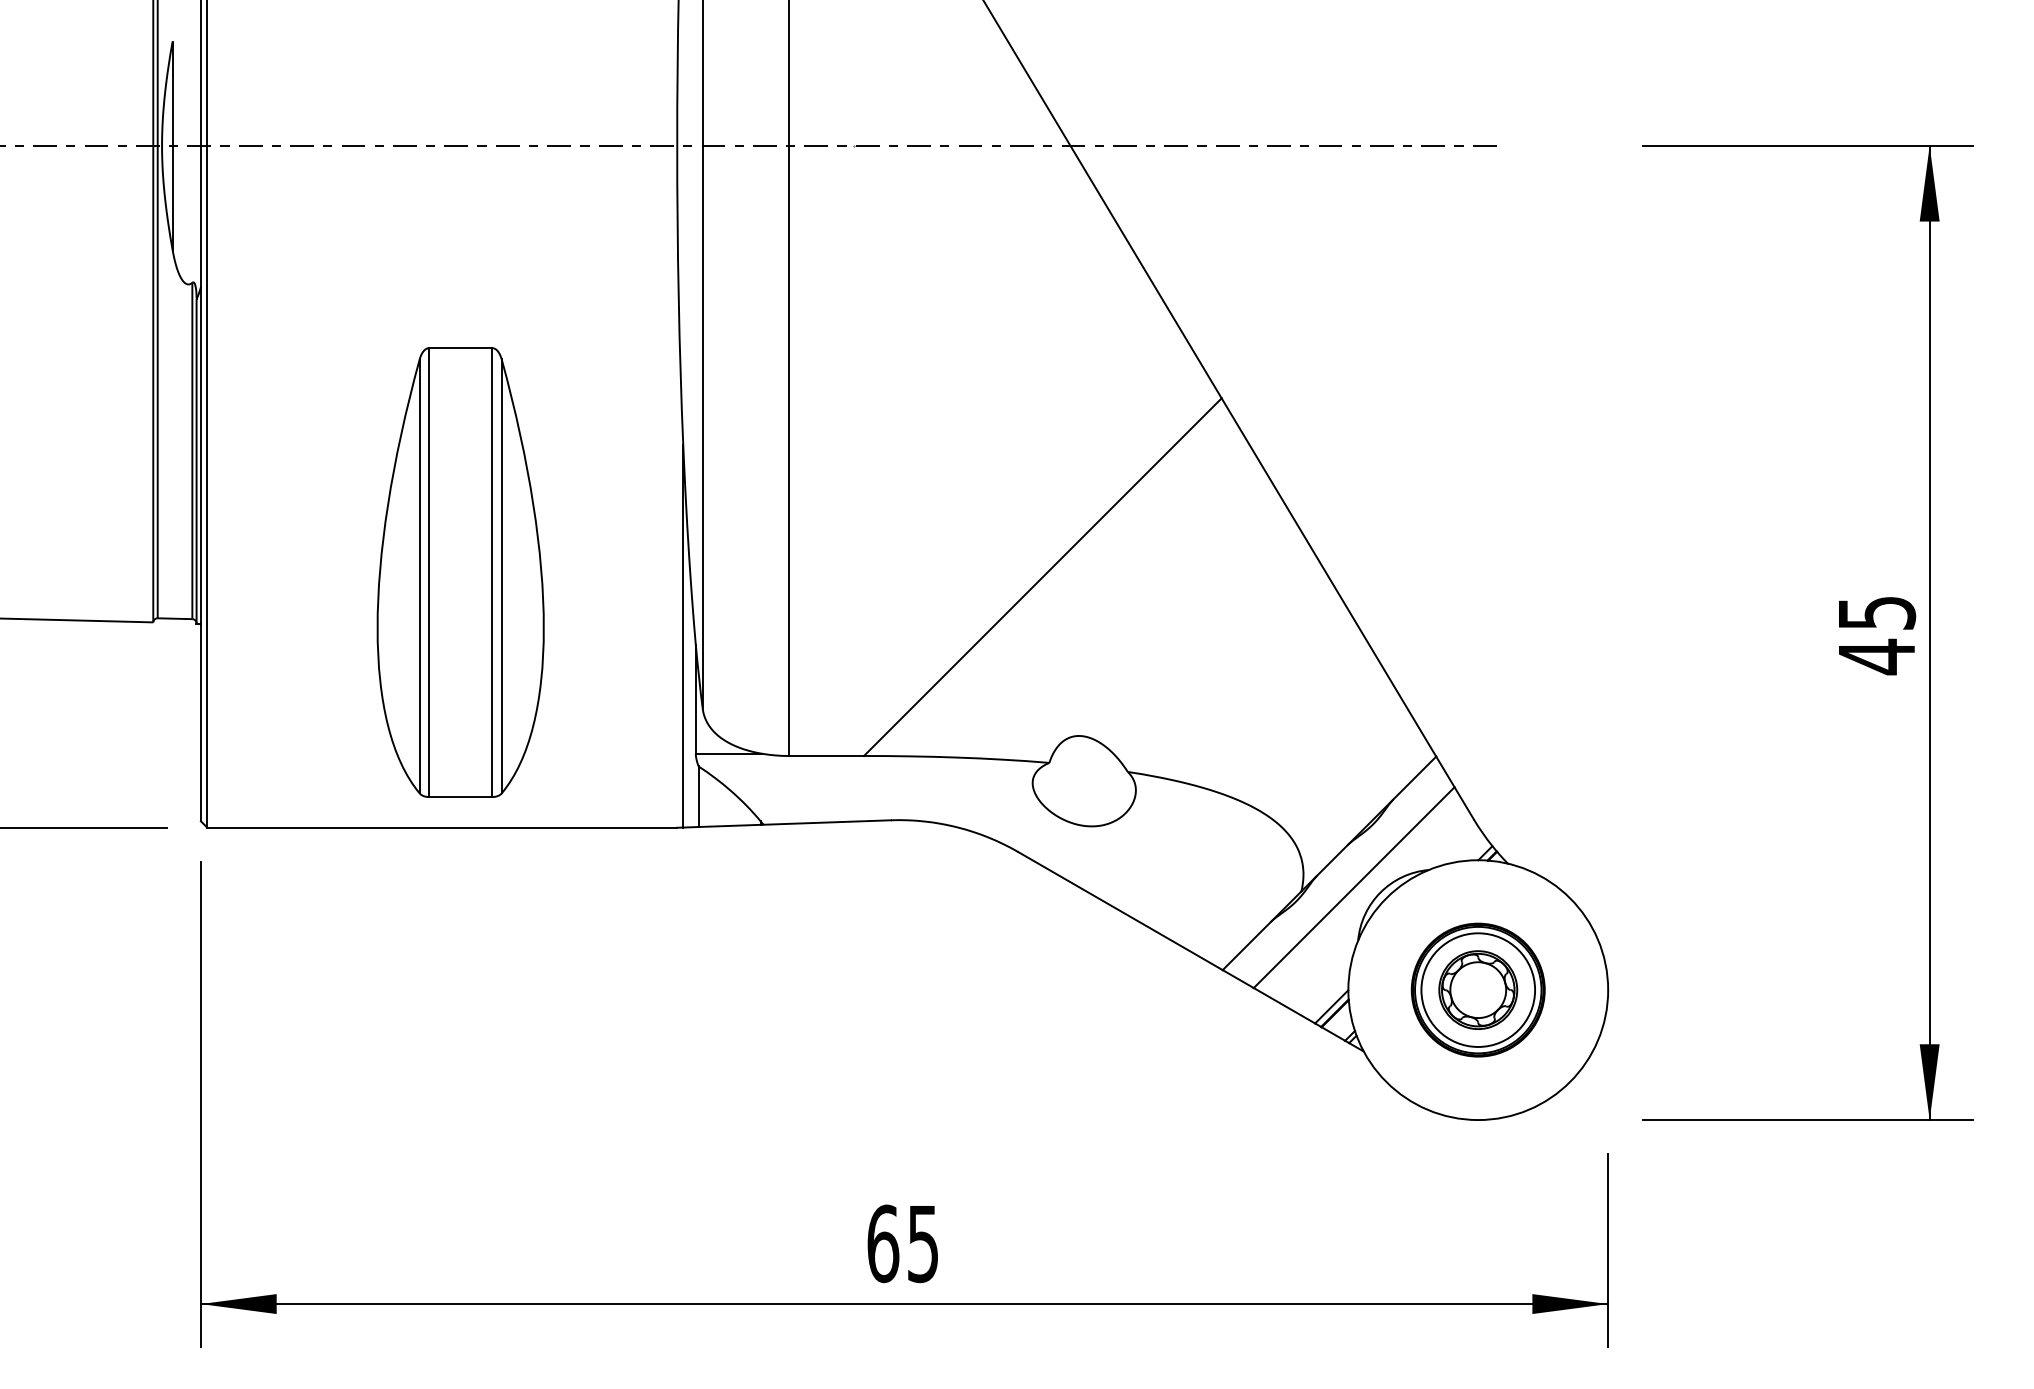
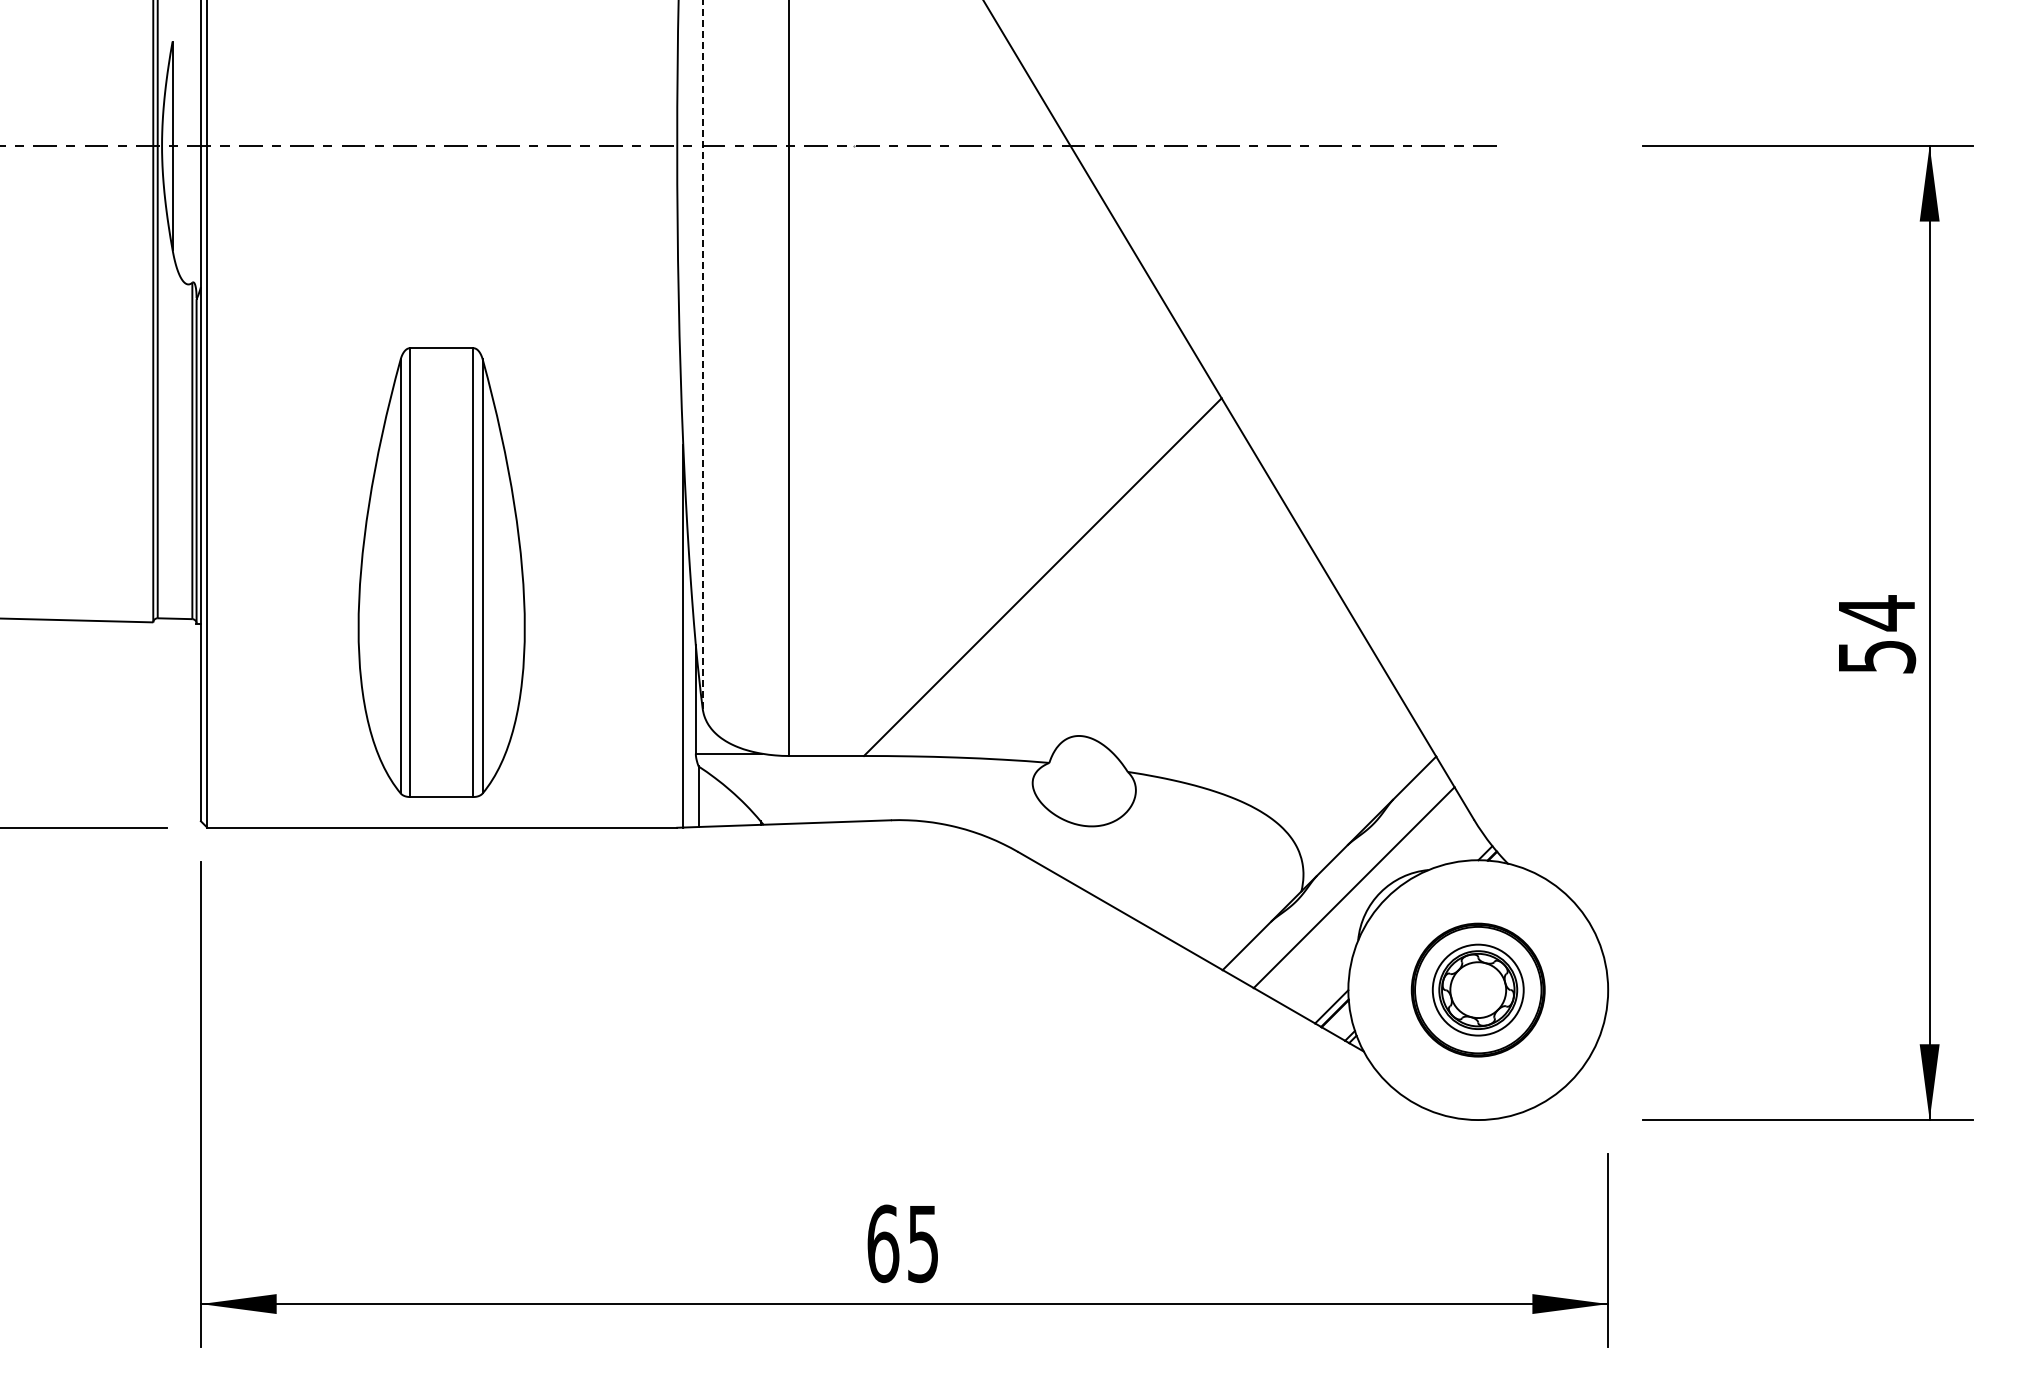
line at (702, 354): solid -> dashed
part at (460, 572) position: (460, 572) -> (441, 572)
text at (1877, 635): 45 -> 54
circle at (1478, 989) diameter: 114 px -> 91 px
